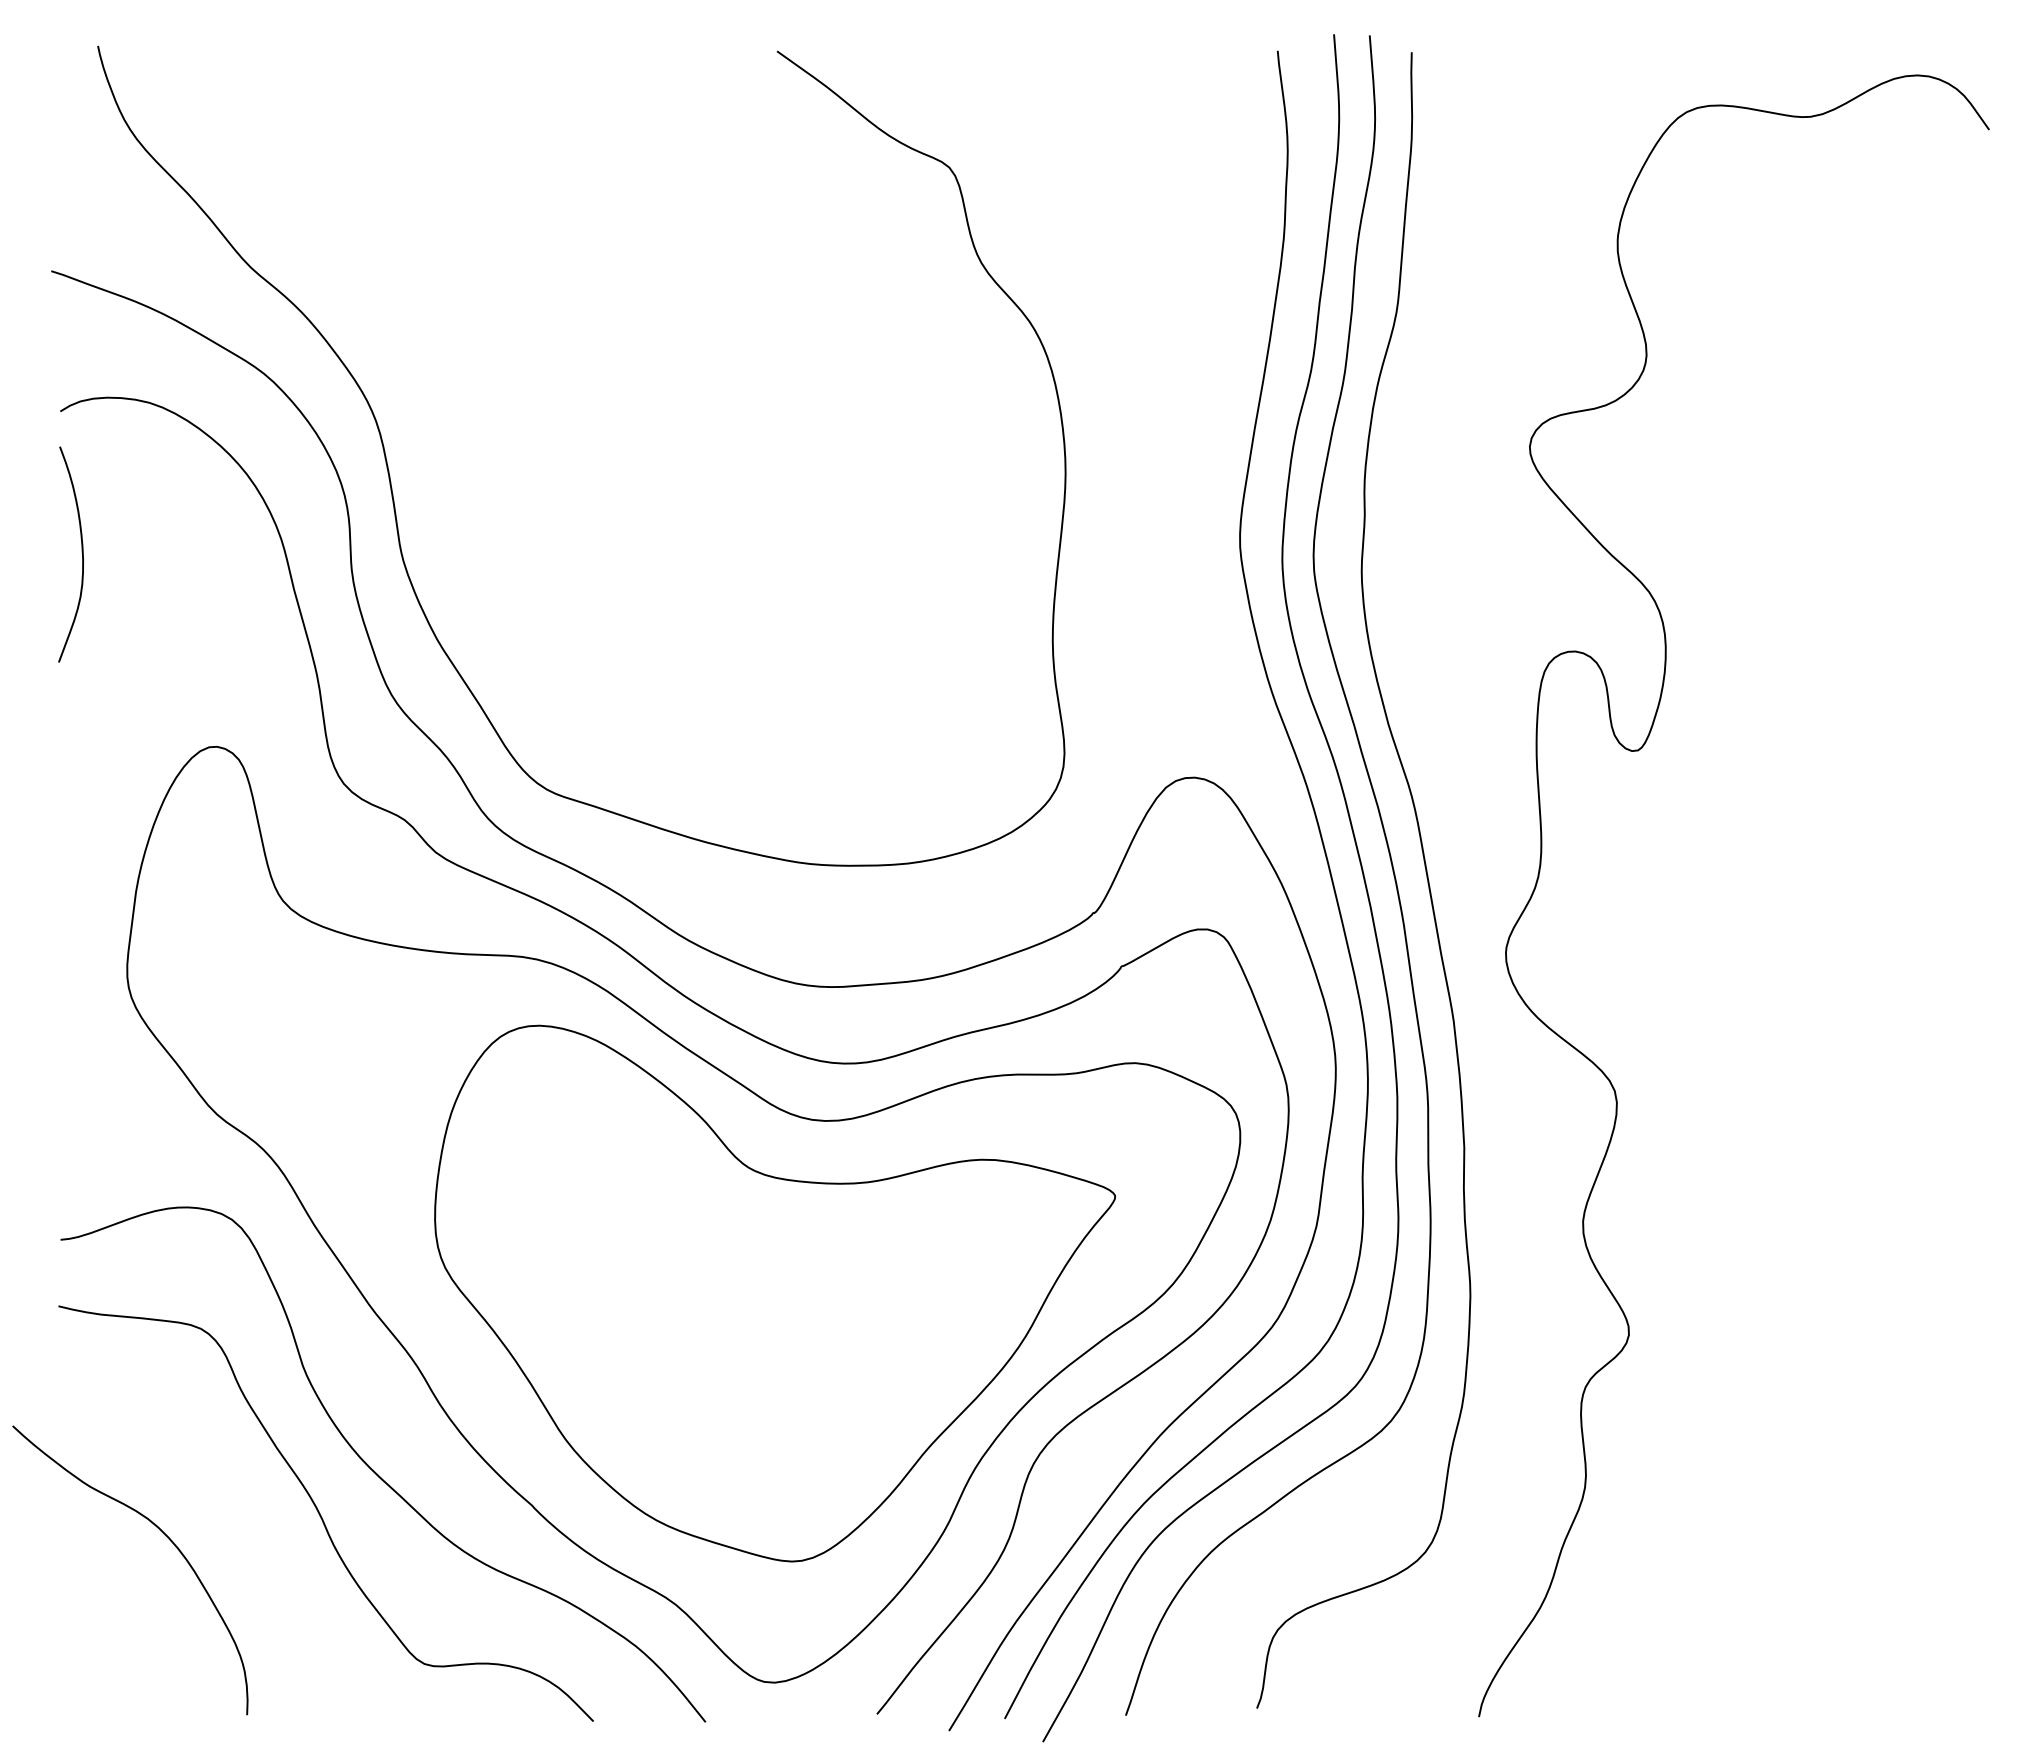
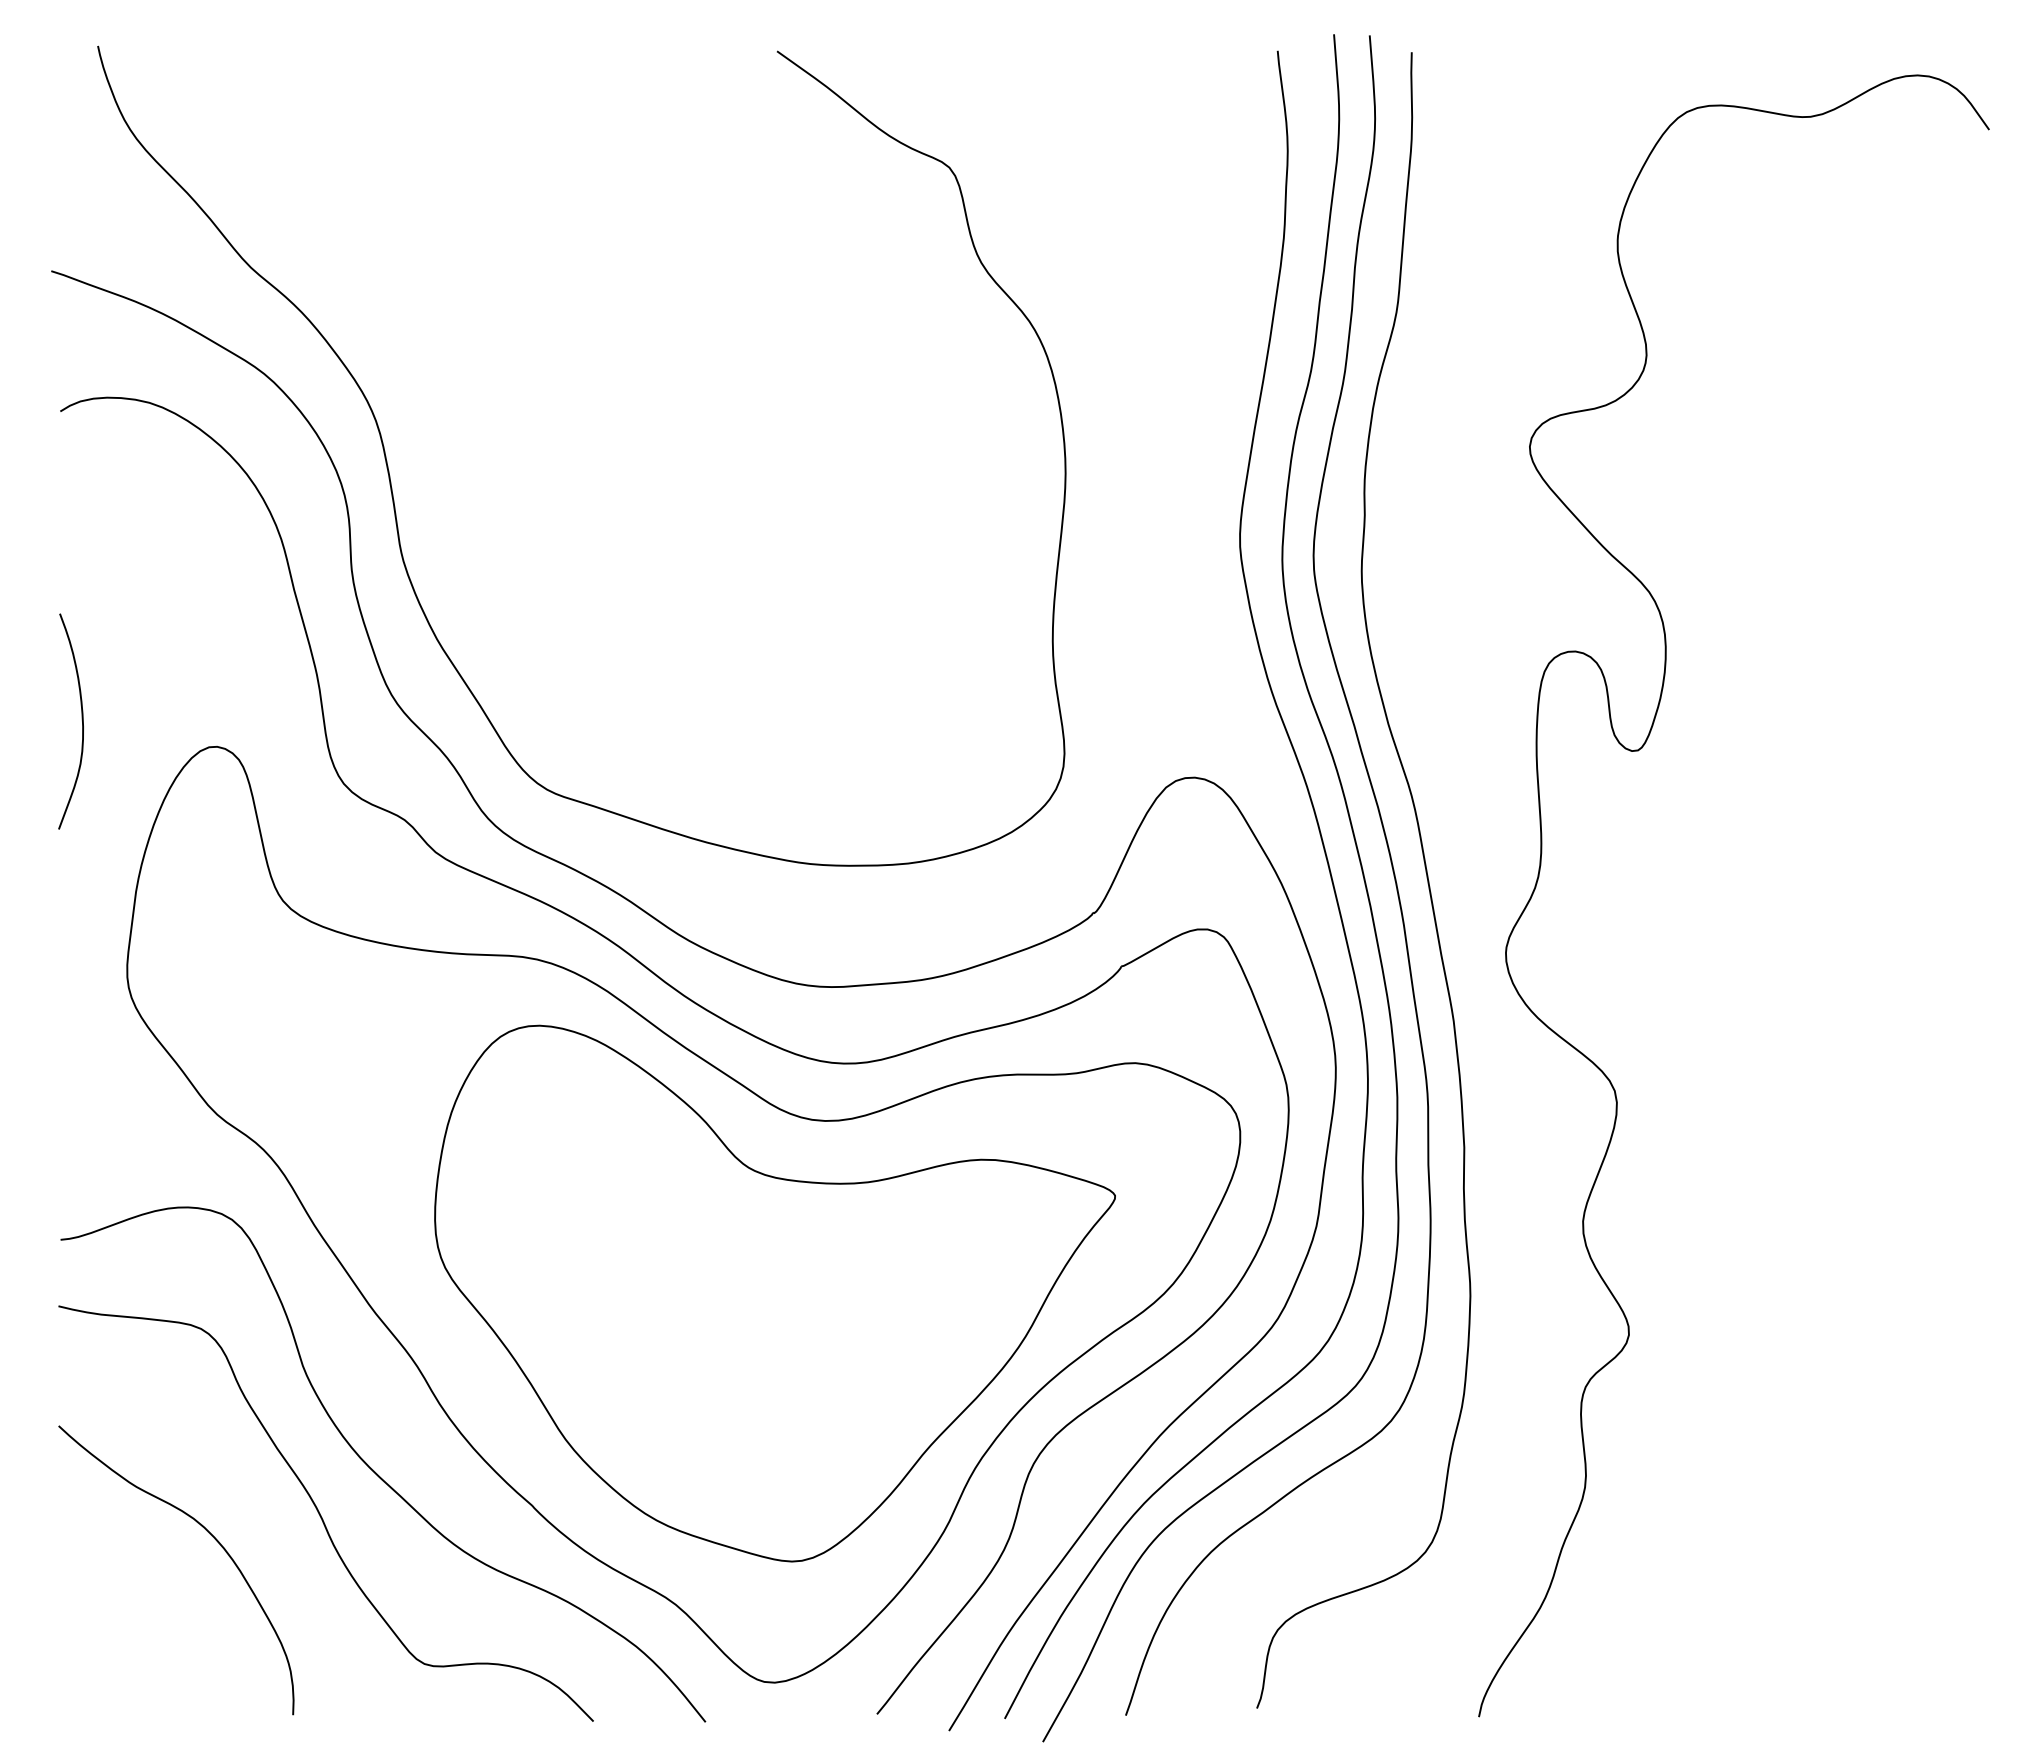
curve at (81, 553) position: (81, 553) -> (81, 720)
curve at (162, 1533) position: (162, 1533) -> (208, 1533)
